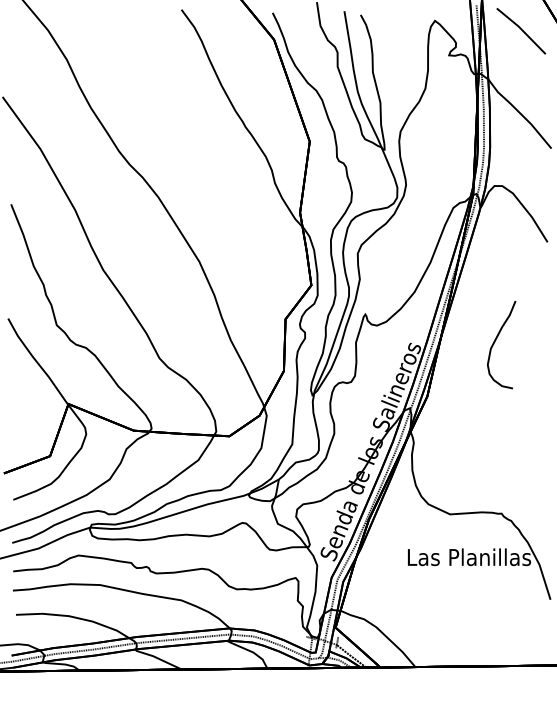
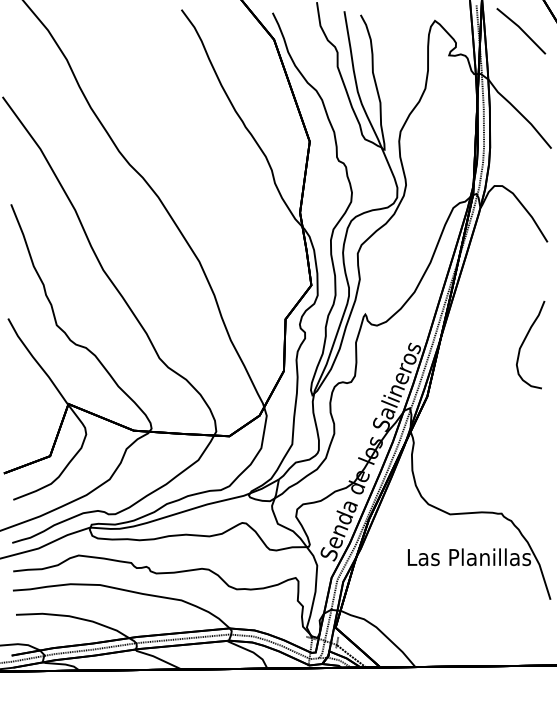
curve at (495, 342) position: (495, 342) -> (524, 342)
